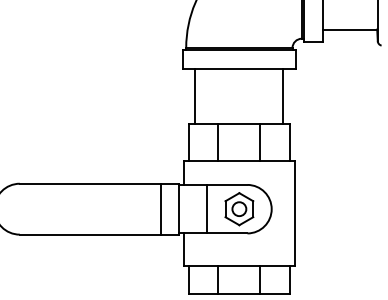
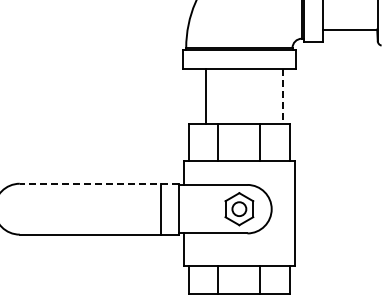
line at (195, 96) position: (195, 96) -> (206, 96)
line at (283, 96): solid -> dashed
line at (98, 183): solid -> dashed
line at (207, 208): present -> none
